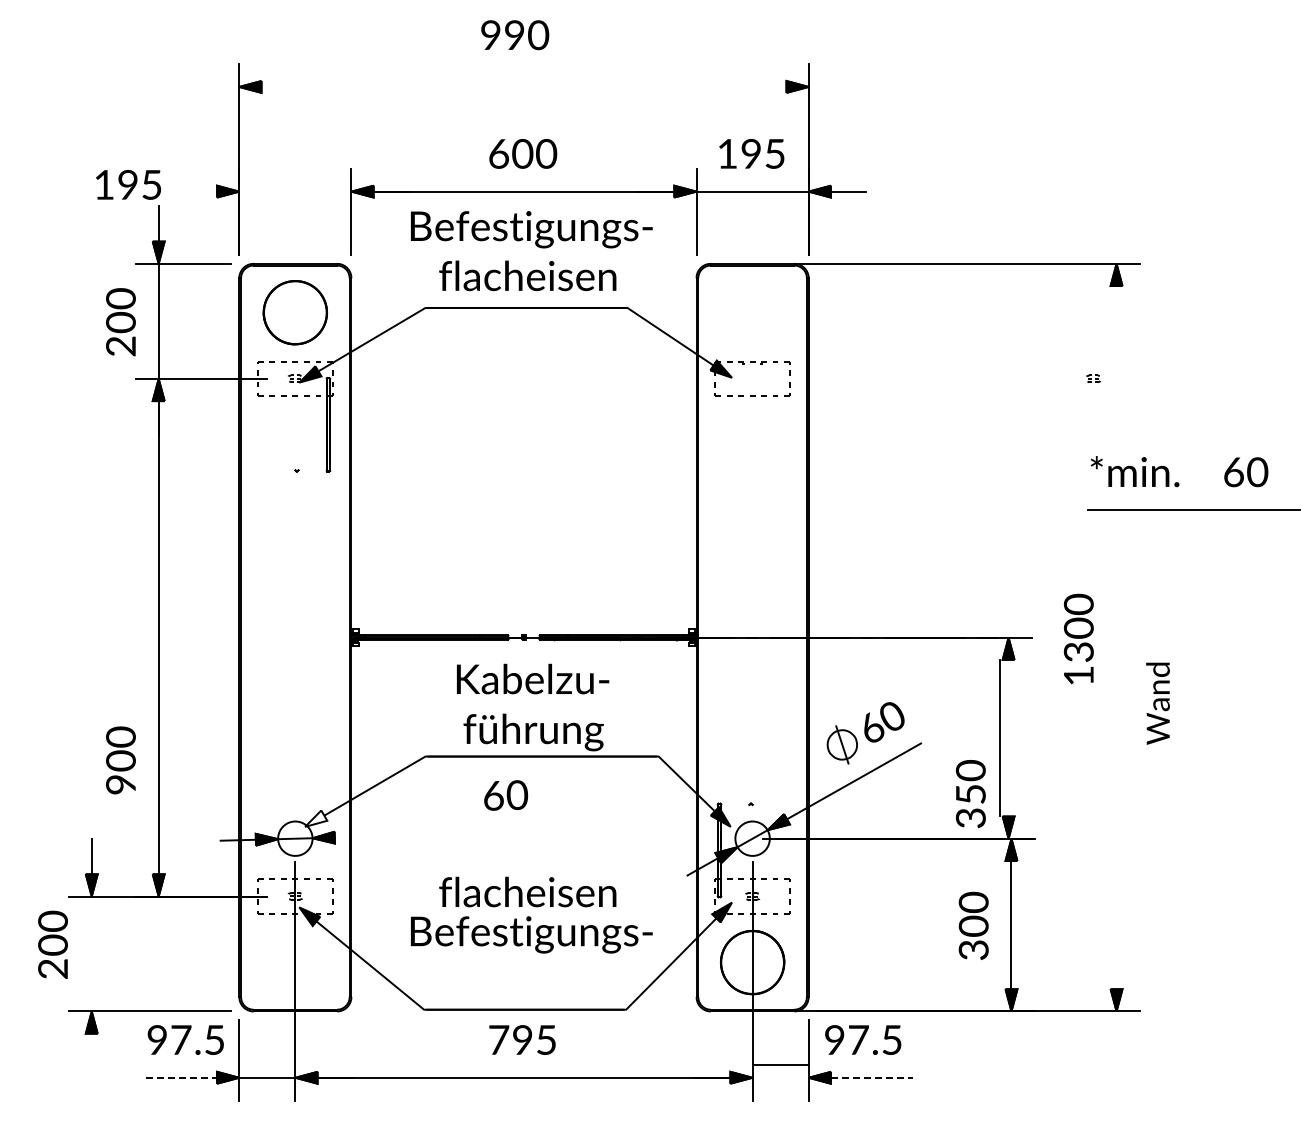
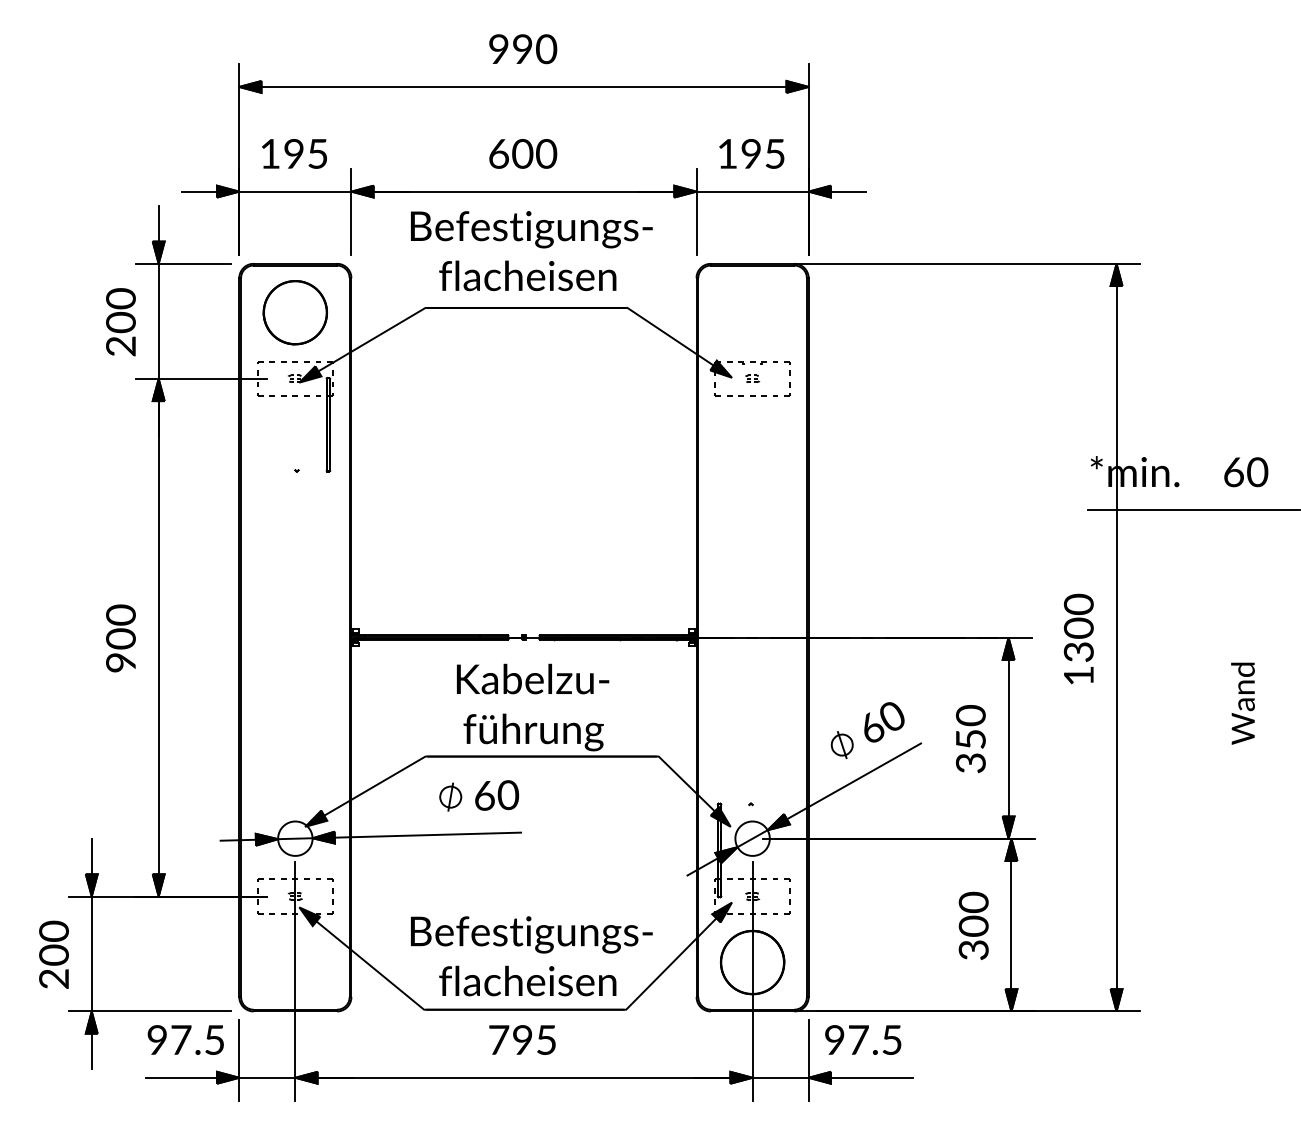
text at (515, 35) position: (515, 35) -> (523, 49)
line at (523, 86): none -> present
text at (128, 184) position: (128, 184) -> (294, 153)
line at (199, 191): none -> present
line at (295, 191): none -> present
part at (1093, 378) position: (1093, 378) -> (752, 378)
line at (1116, 637): none -> present
text at (1157, 703) position: (1157, 703) -> (1242, 703)
line at (999, 737) position: (999, 737) -> (1008, 737)
part at (841, 744) size: 32x40 px -> 24x29 px
text at (120, 760) position: (120, 760) -> (120, 638)
text at (970, 794) position: (970, 794) -> (970, 739)
text at (506, 795) position: (506, 795) -> (497, 795)
part at (450, 796): none -> present
fill at (316, 818): none -> present
line at (427, 834): none -> present
text at (527, 891) position: (527, 891) -> (527, 980)
text at (52, 944) position: (52, 944) -> (53, 954)
line at (91, 953): none -> present
line at (91, 1050): none -> present
line at (780, 1064) position: (780, 1064) -> (780, 1077)
line at (181, 1077): dashed -> solid
line at (872, 1077): dashed -> solid
